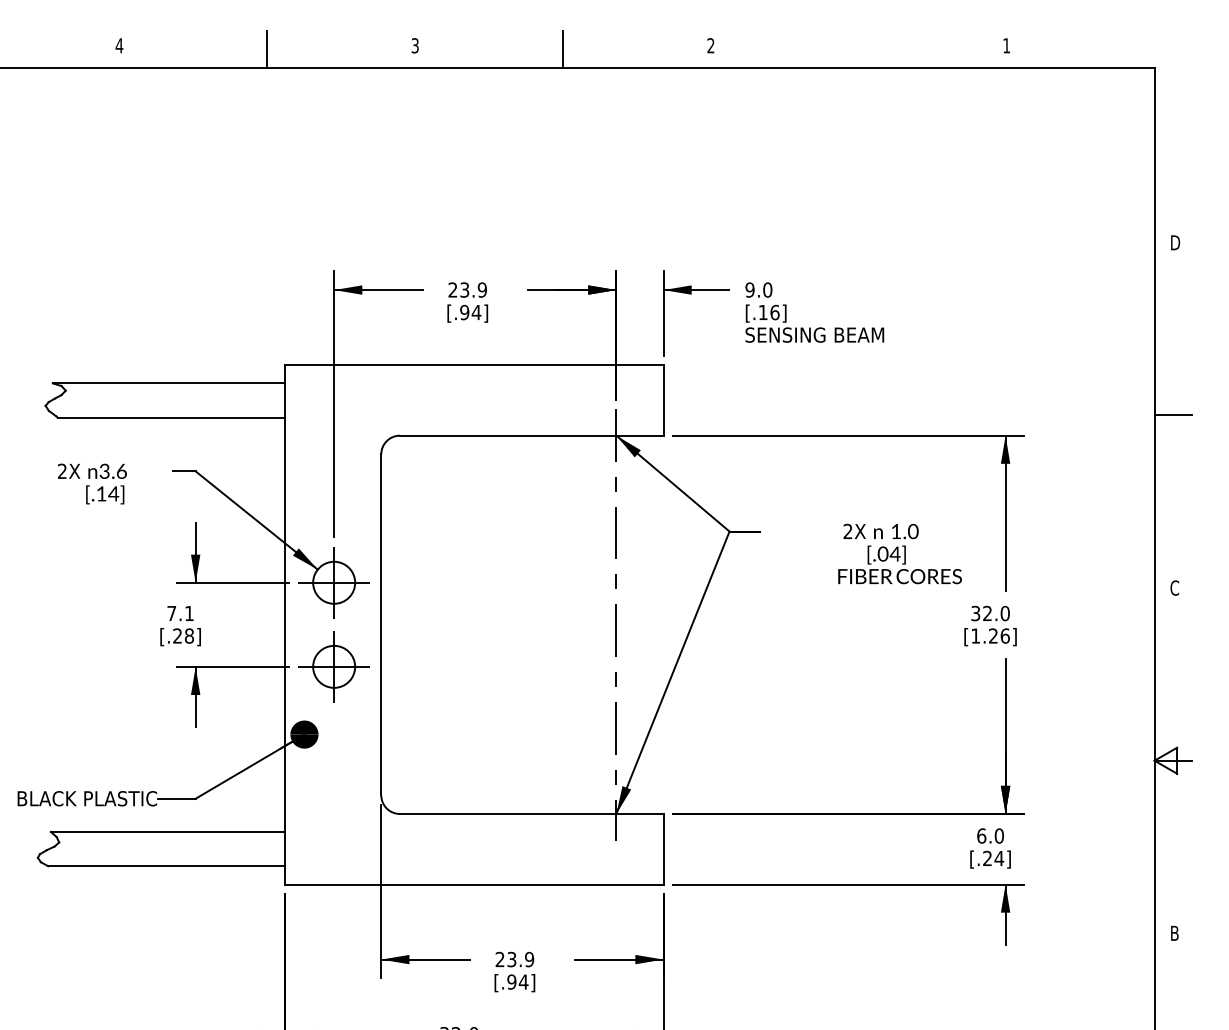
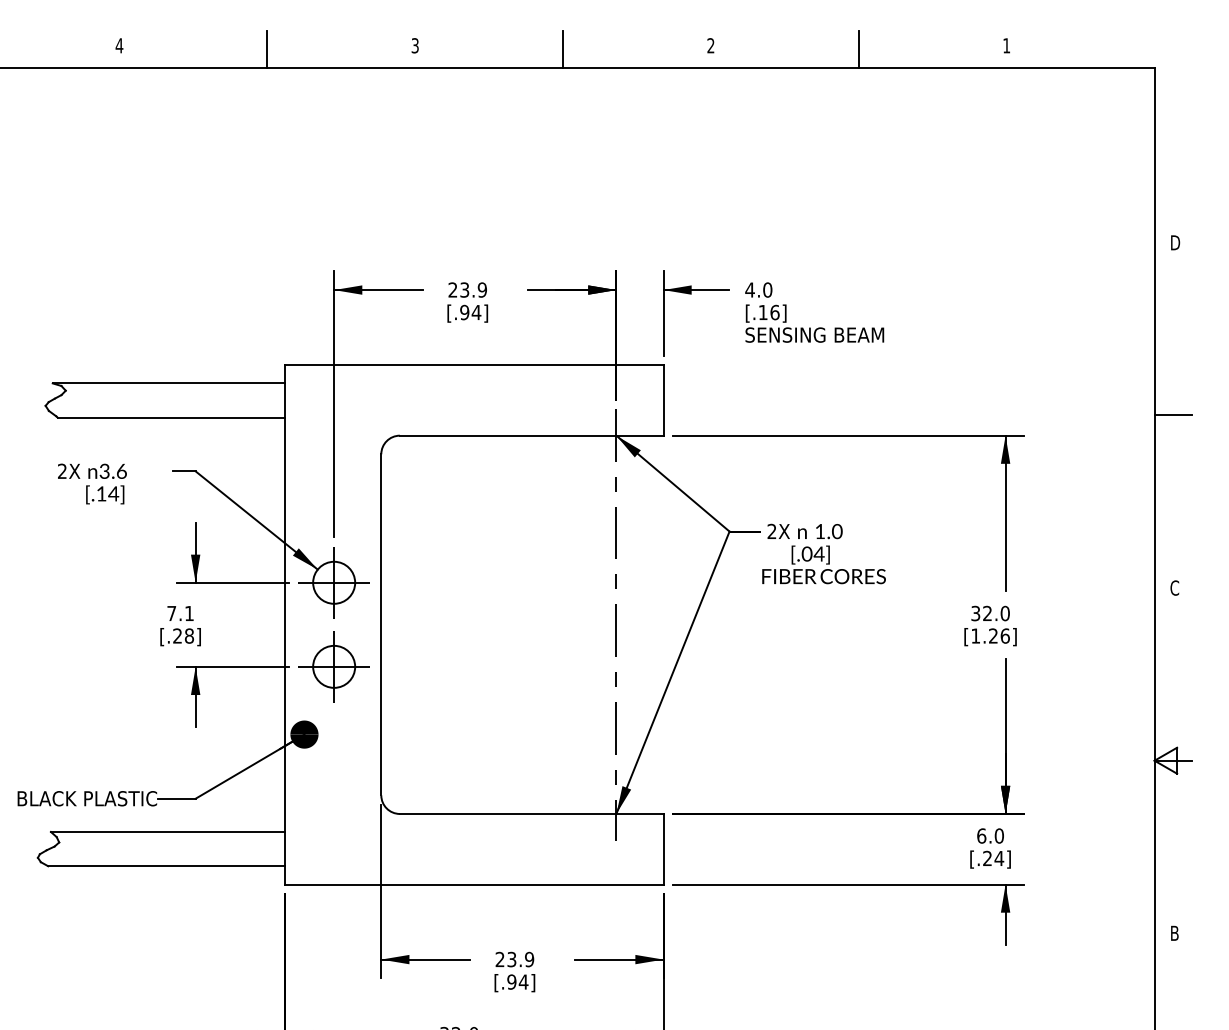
line at (858, 49): none -> present
text at (749, 289): 9.0 -> 4.0
text at (899, 553) position: (899, 553) -> (823, 553)
